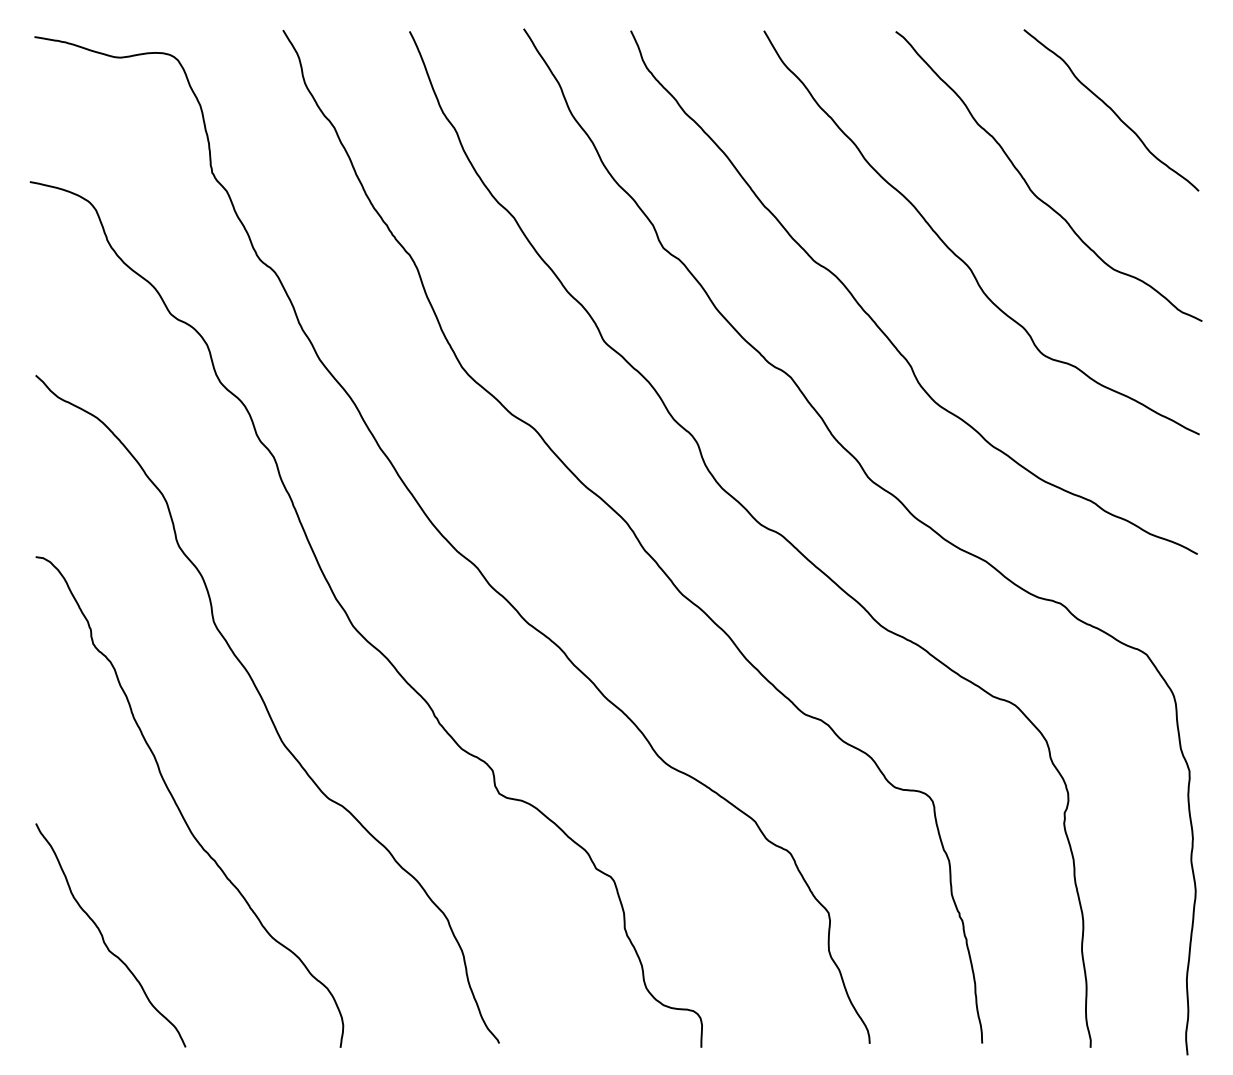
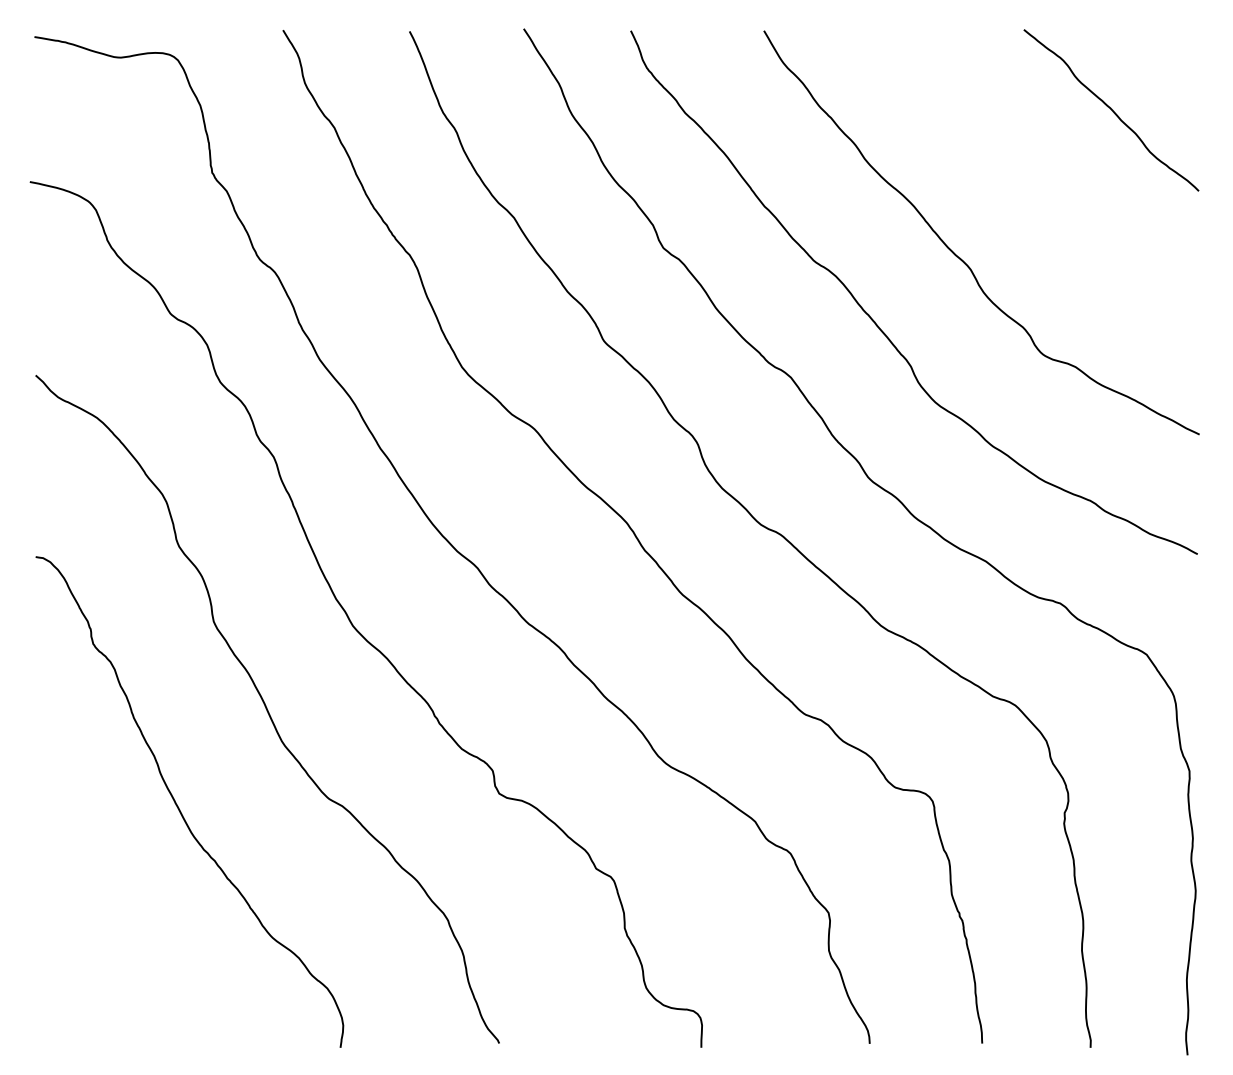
curve at (1030, 187): present -> none
curve at (103, 936): present -> none
